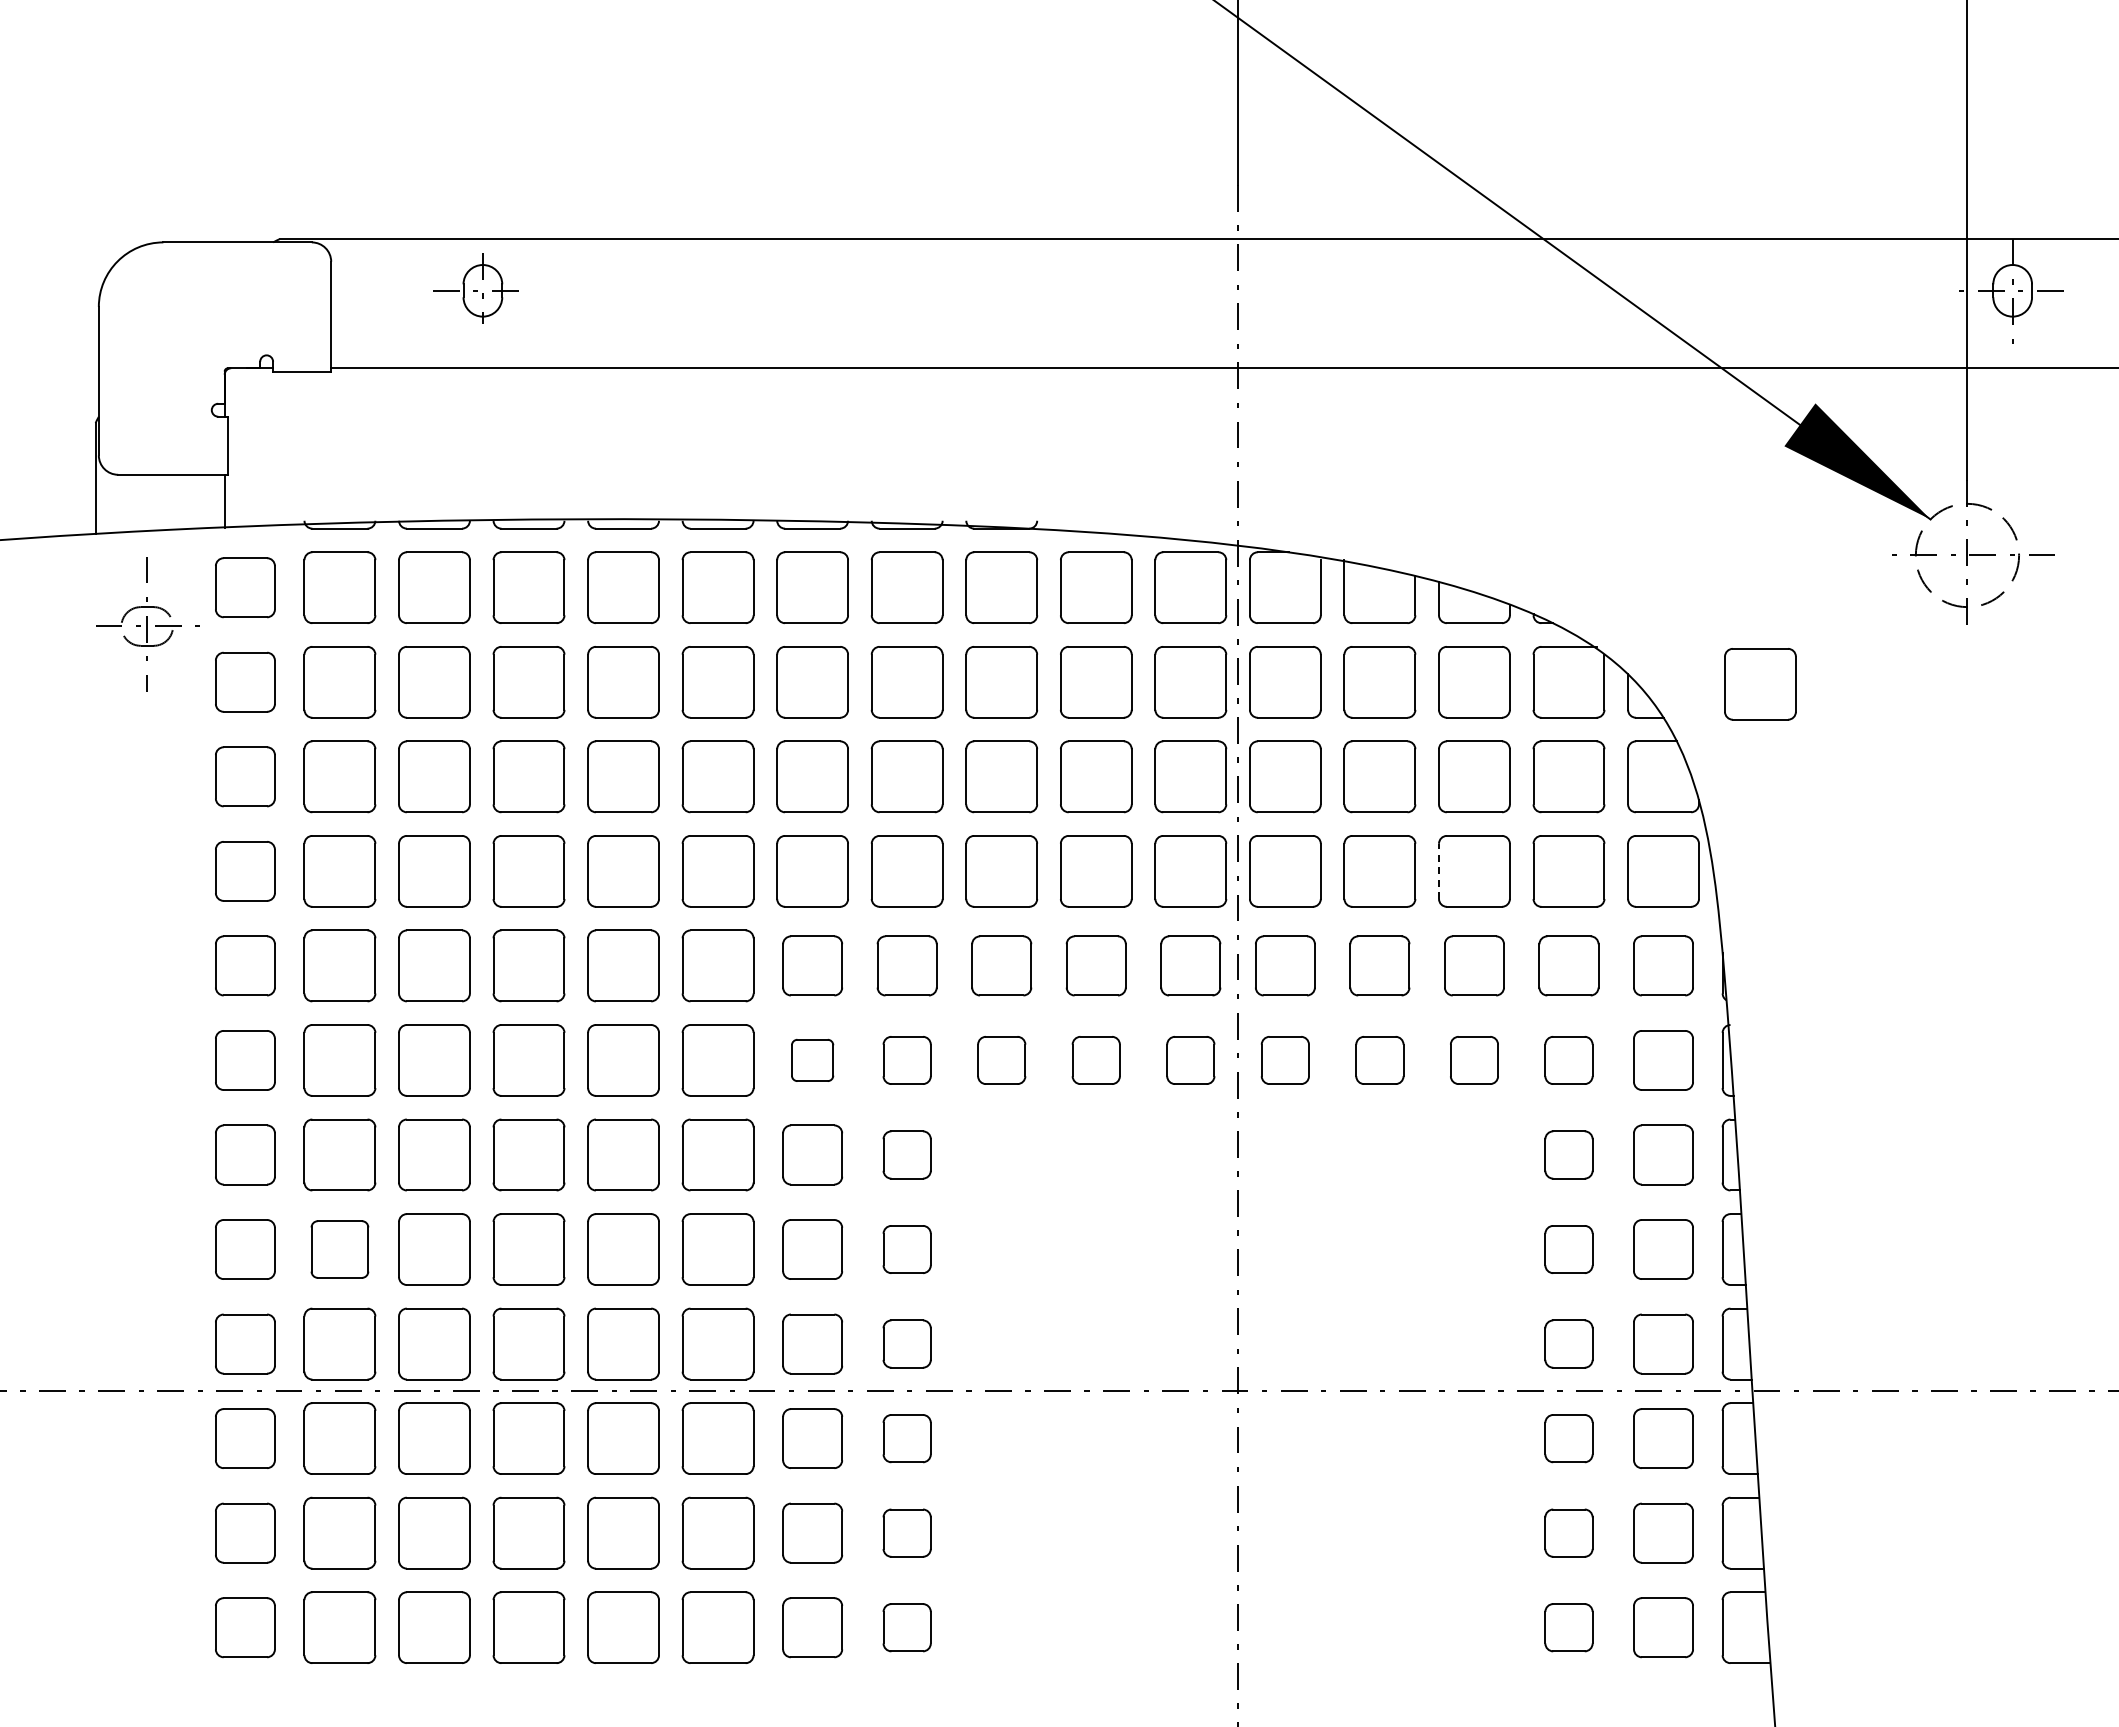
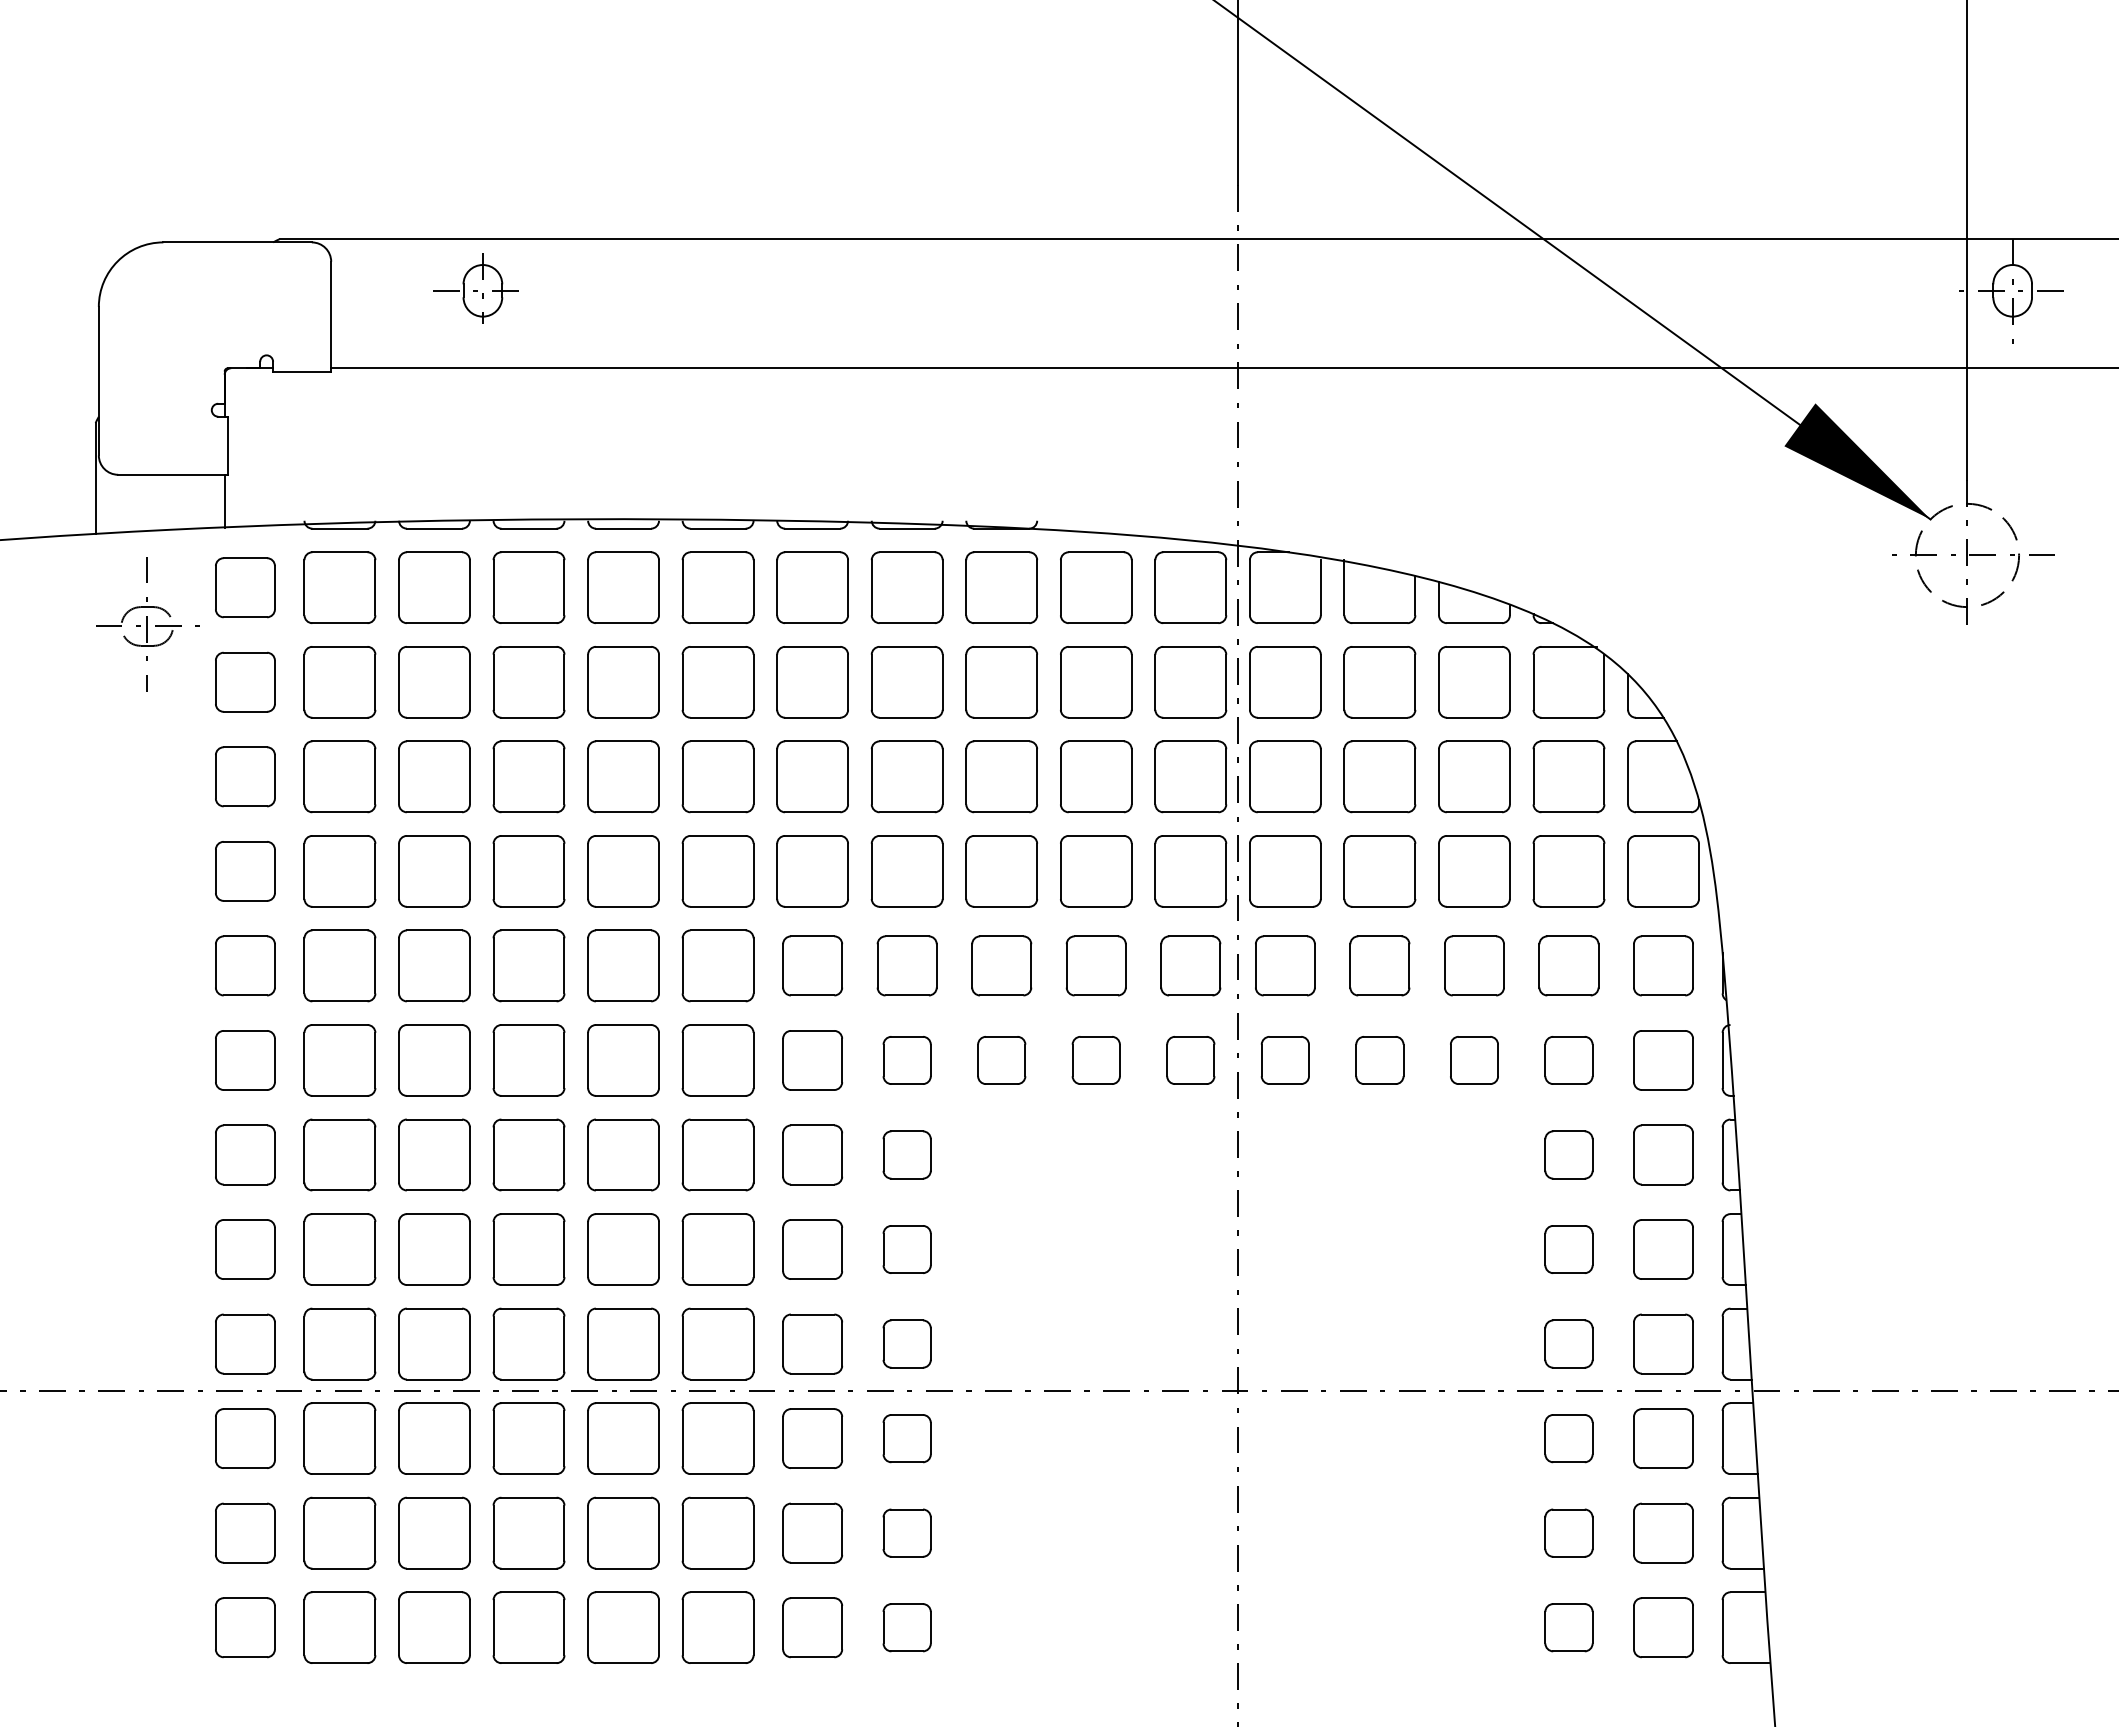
part at (1760, 684): present -> none
line at (1439, 871): dashed -> solid
part at (812, 1059) size: 44x44 px -> 61x61 px
part at (339, 1249) size: 60x59 px -> 74x73 px
